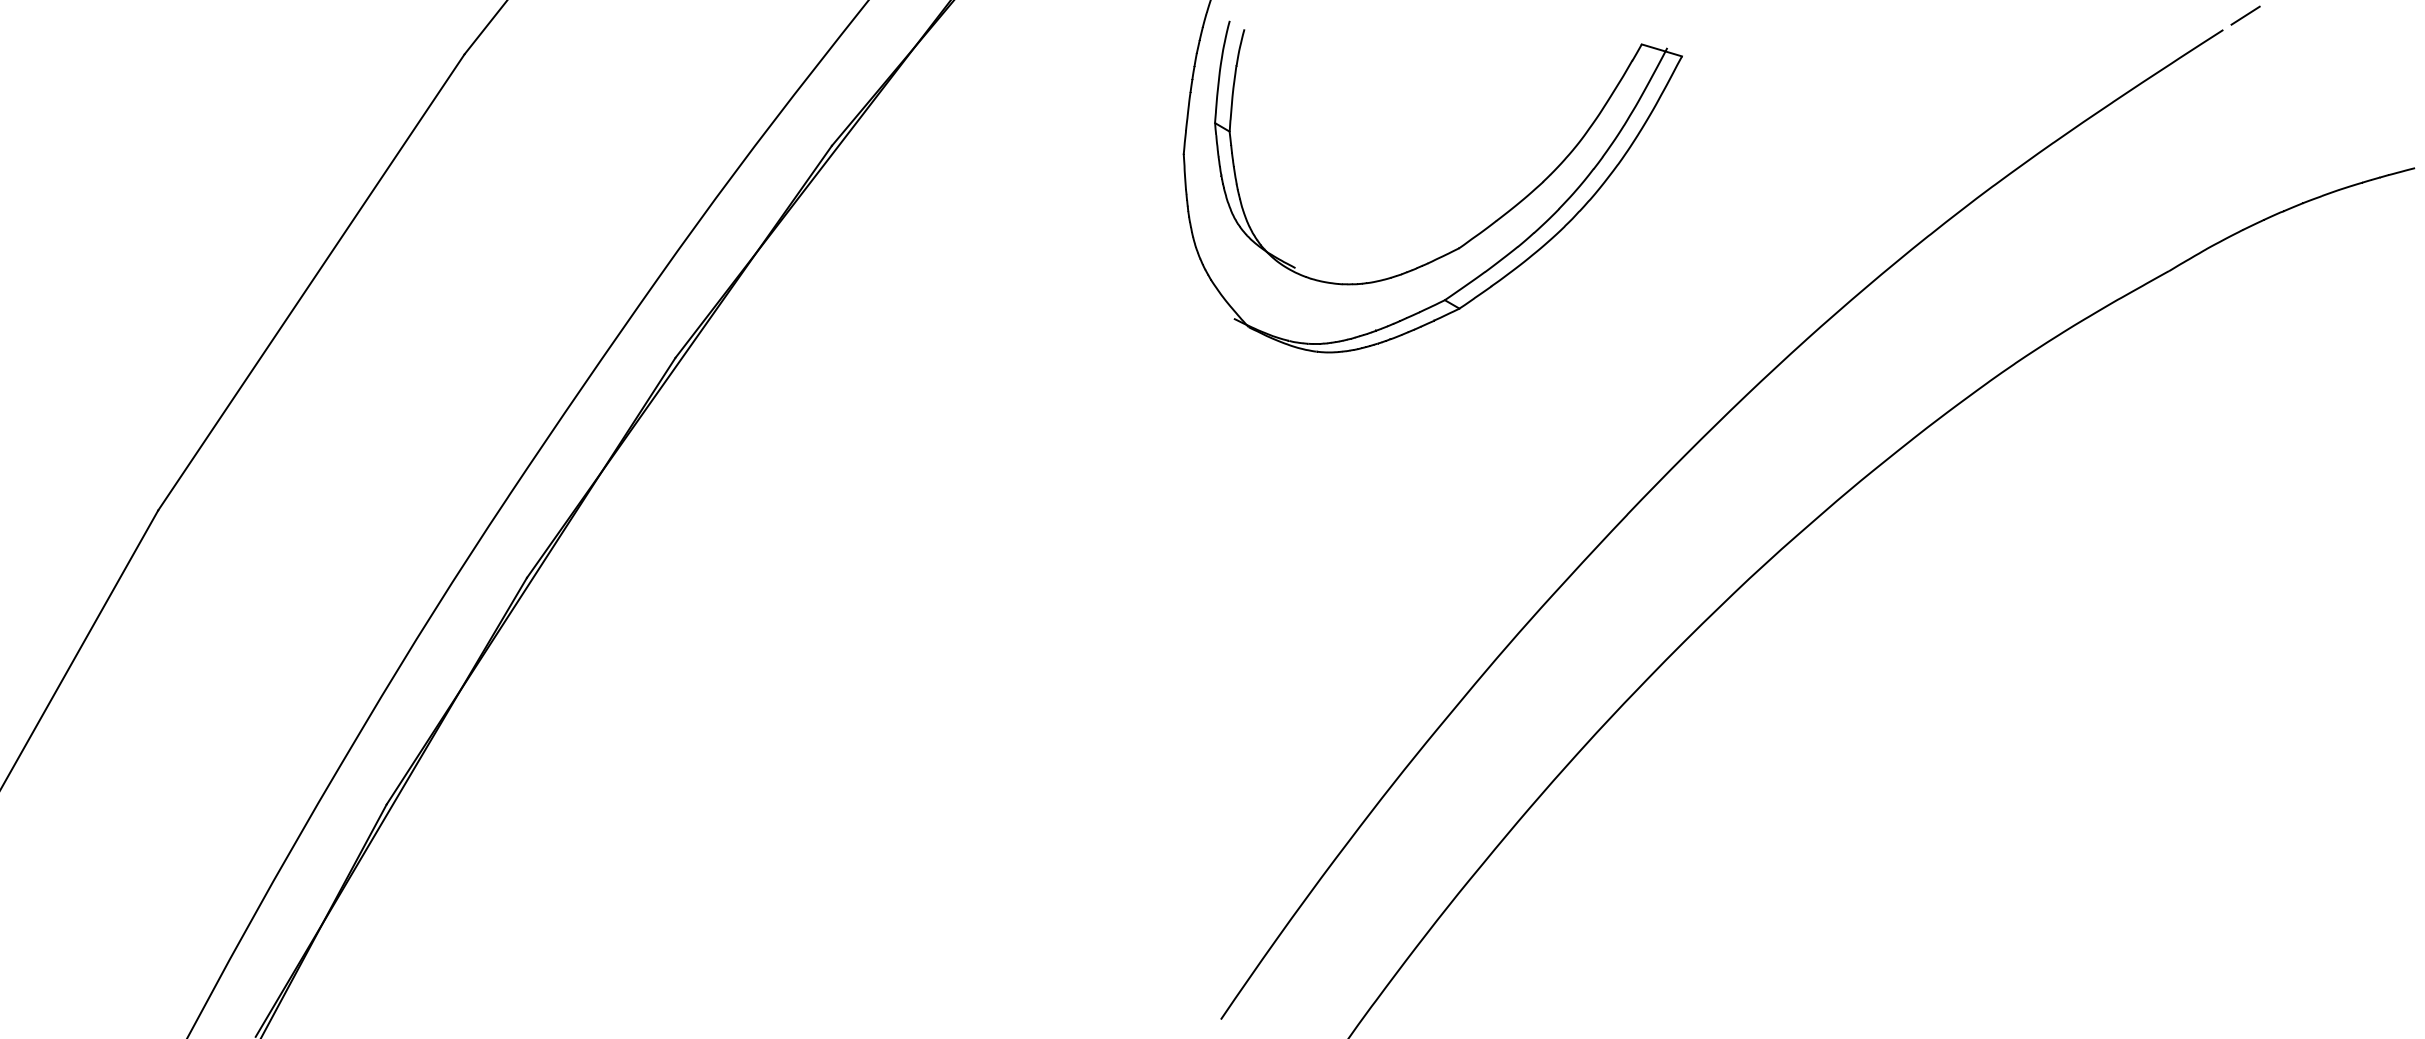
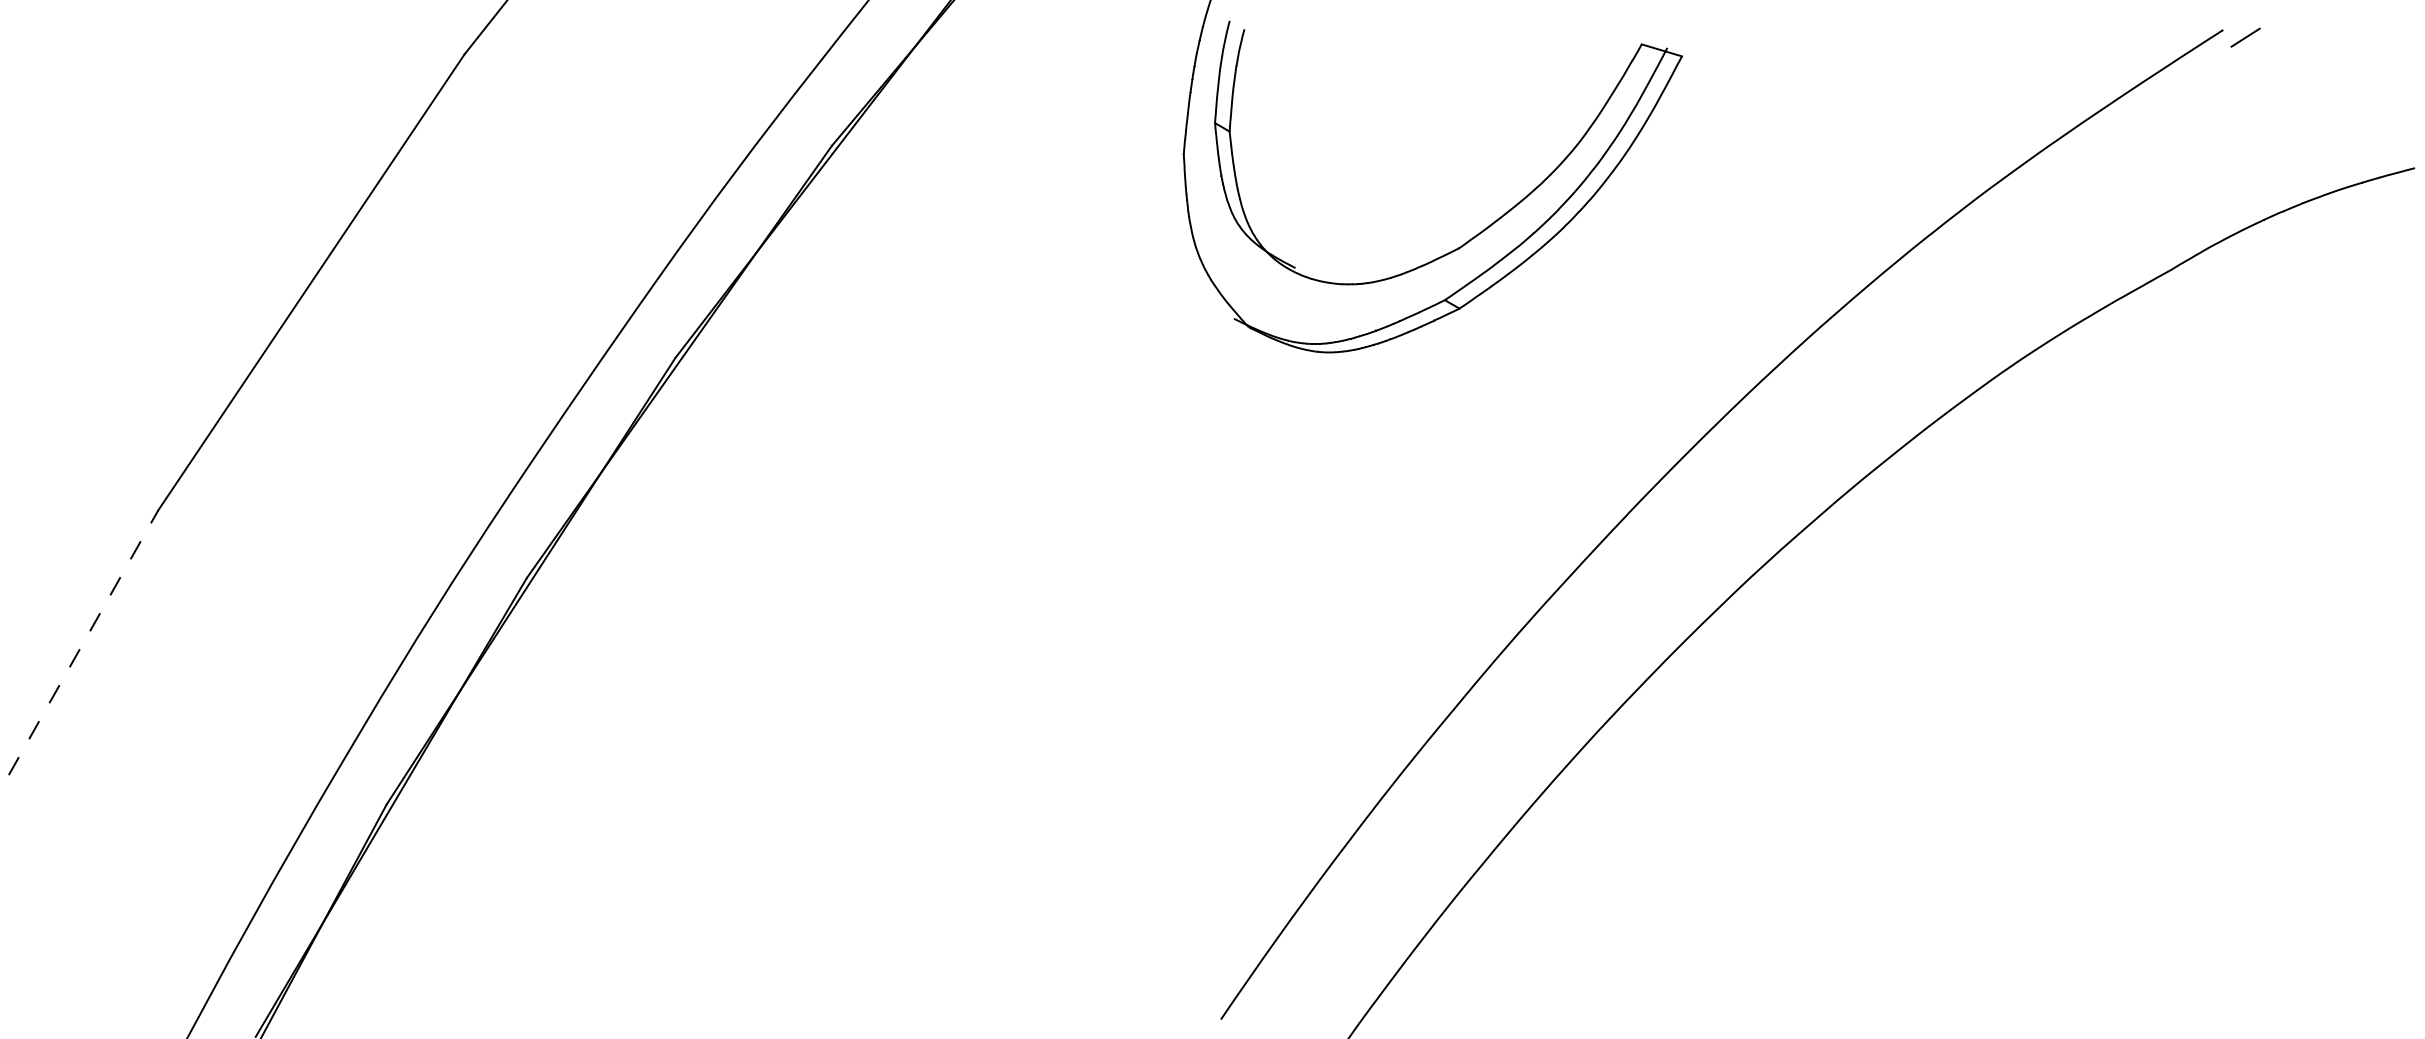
line at (2245, 15) position: (2245, 15) -> (2245, 37)
line at (79, 649): solid -> dashed
